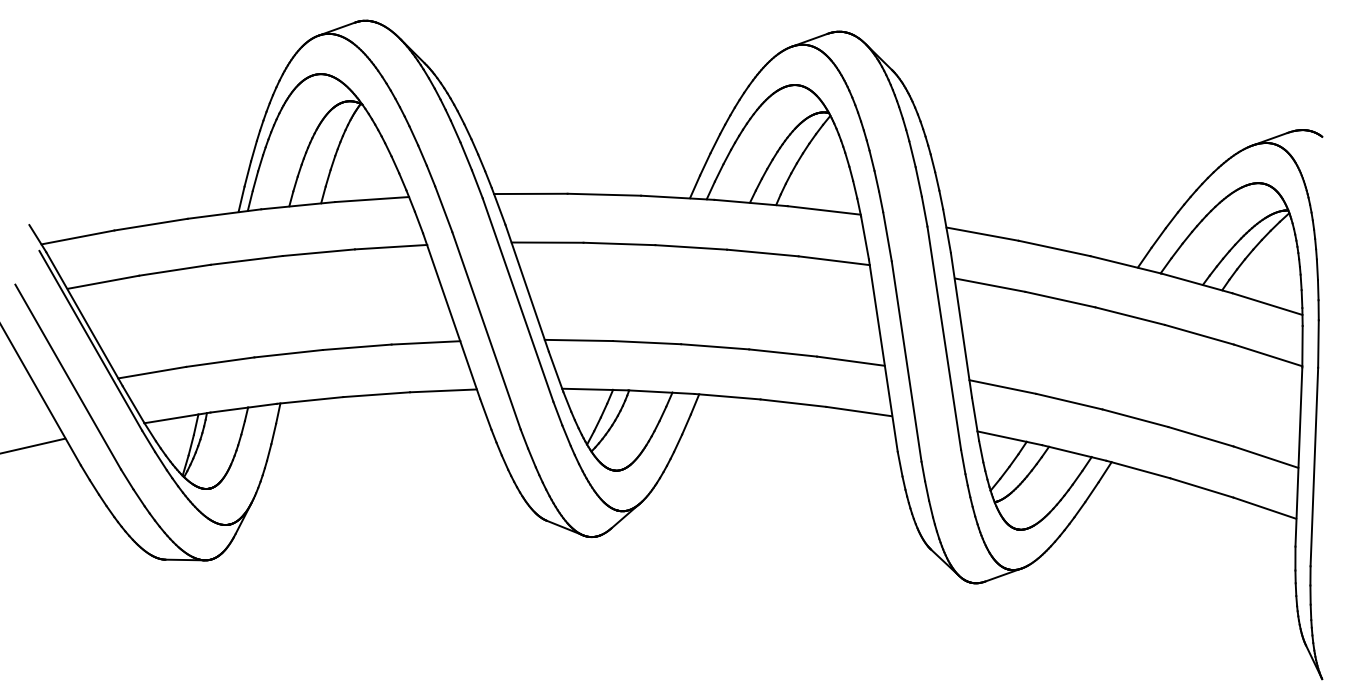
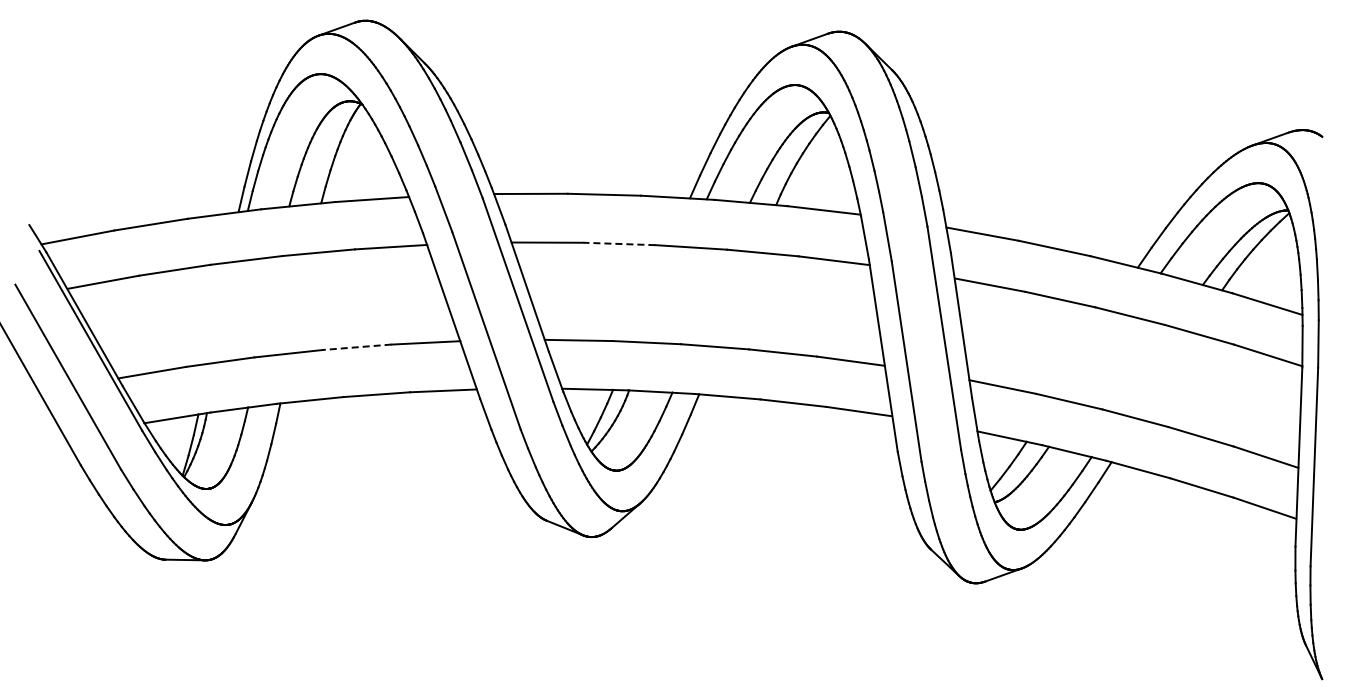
line at (619, 243): solid -> dashed
line at (356, 347): solid -> dashed
line at (33, 445): present -> none
